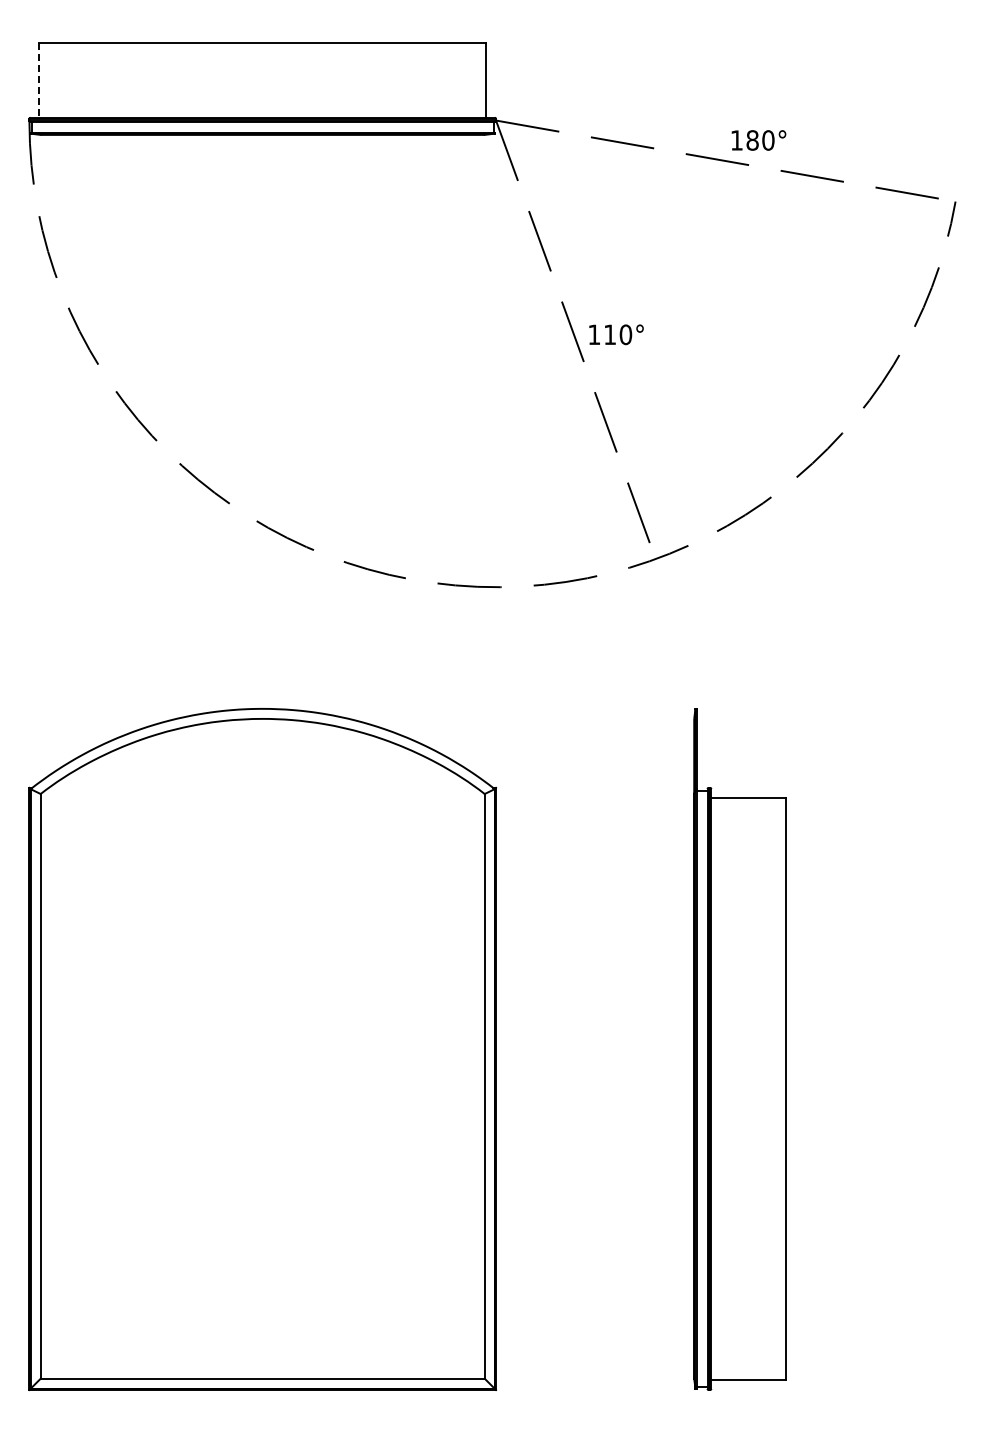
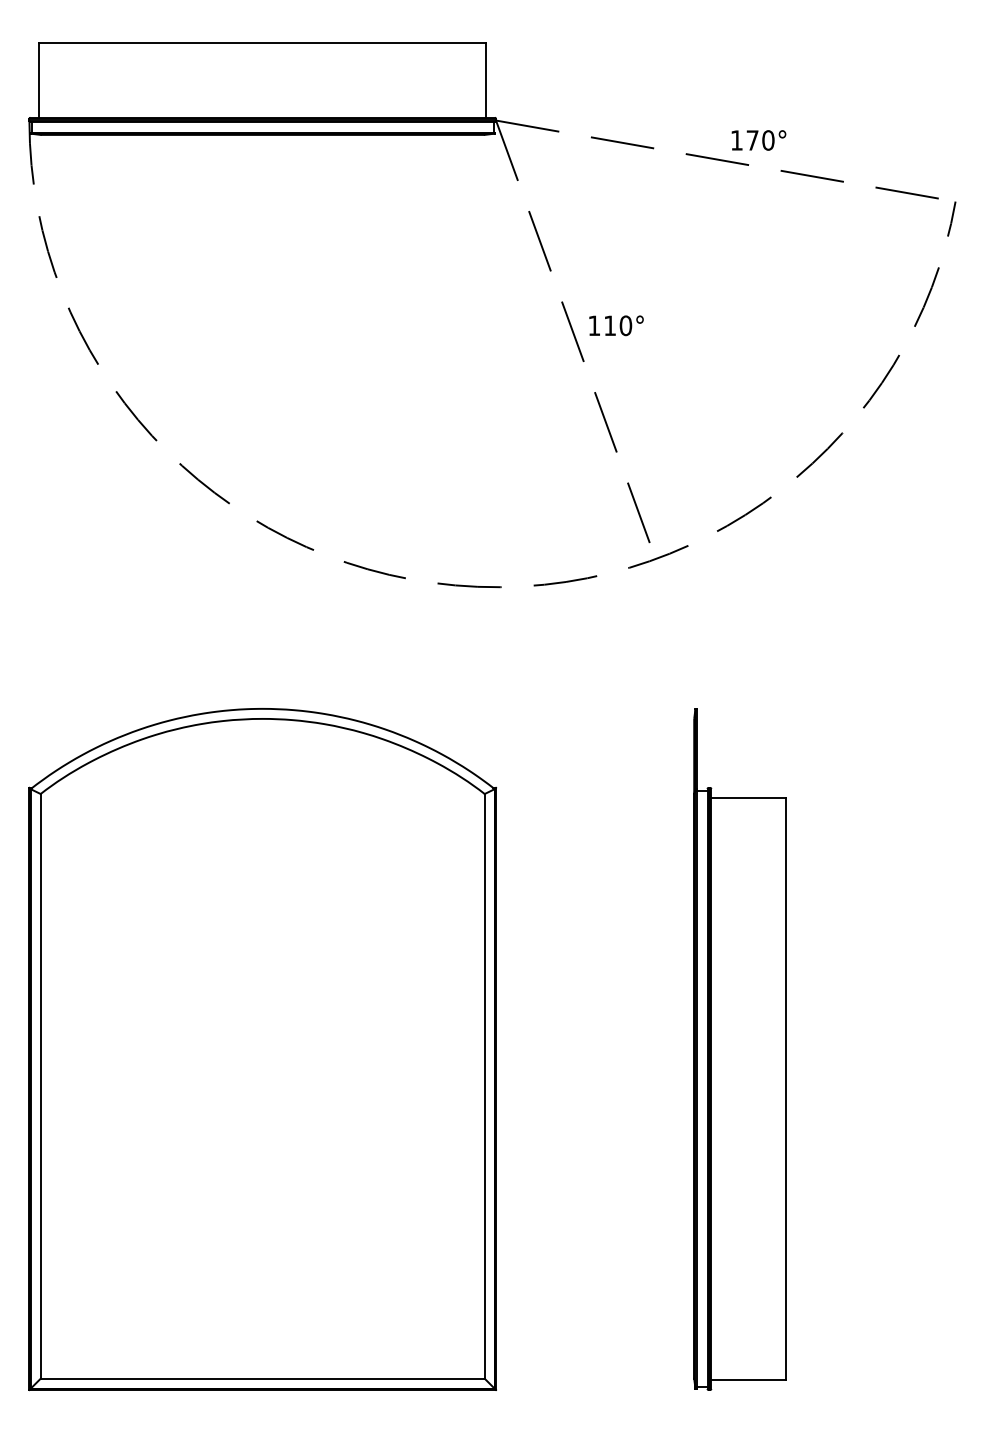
line at (39, 80): dashed -> solid
text at (752, 140): 180° -> 170°
text at (616, 334) position: (616, 334) -> (616, 325)
